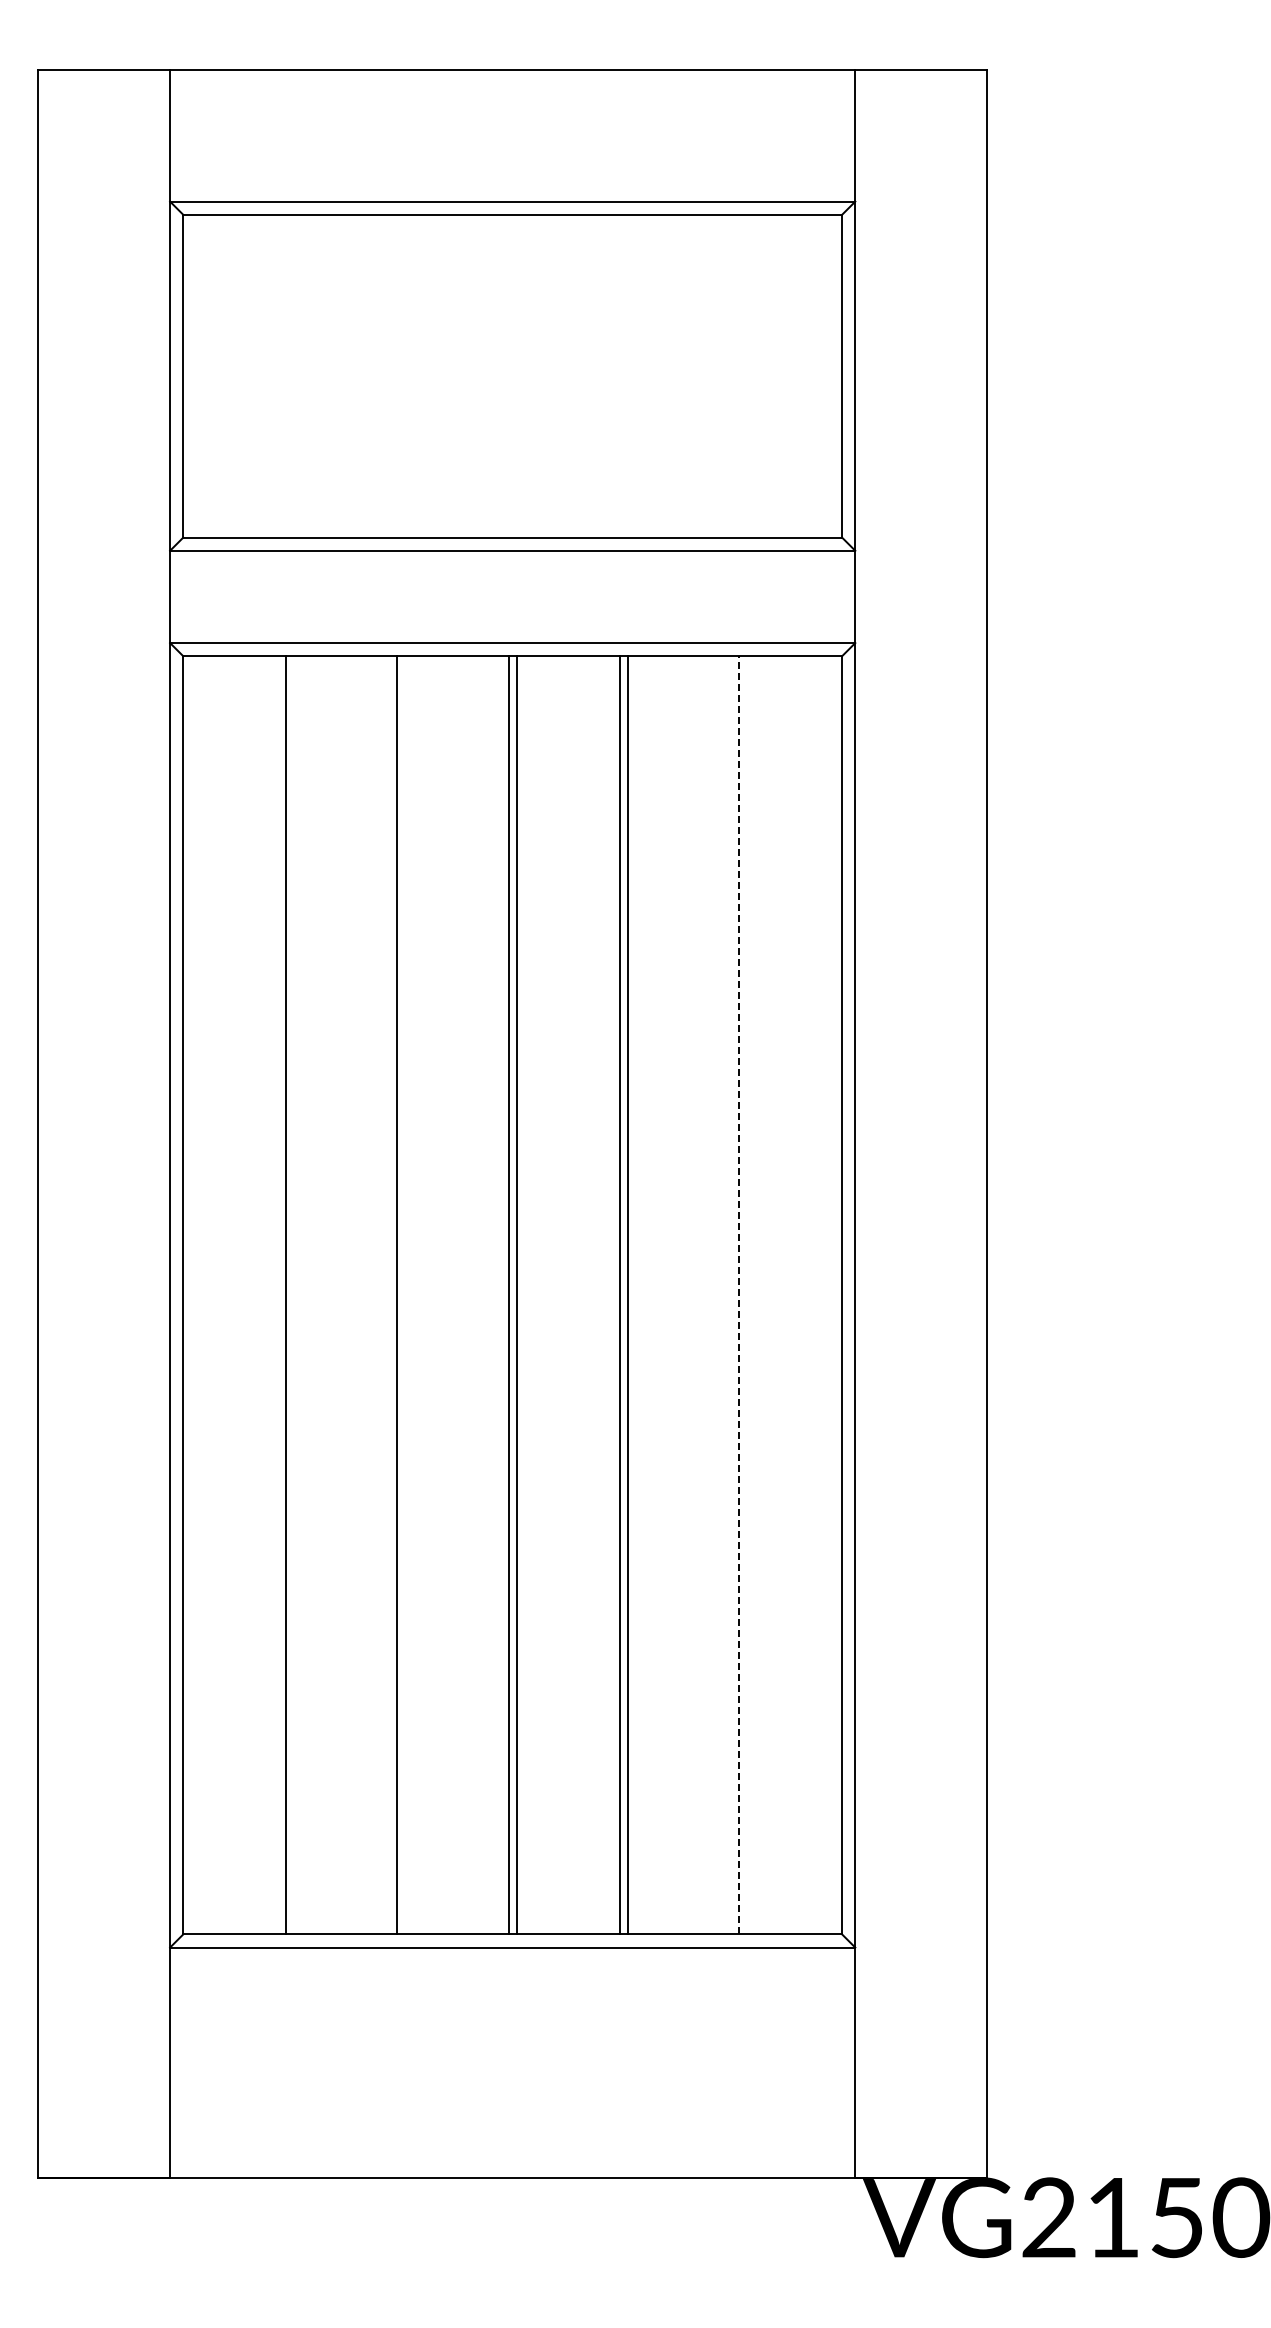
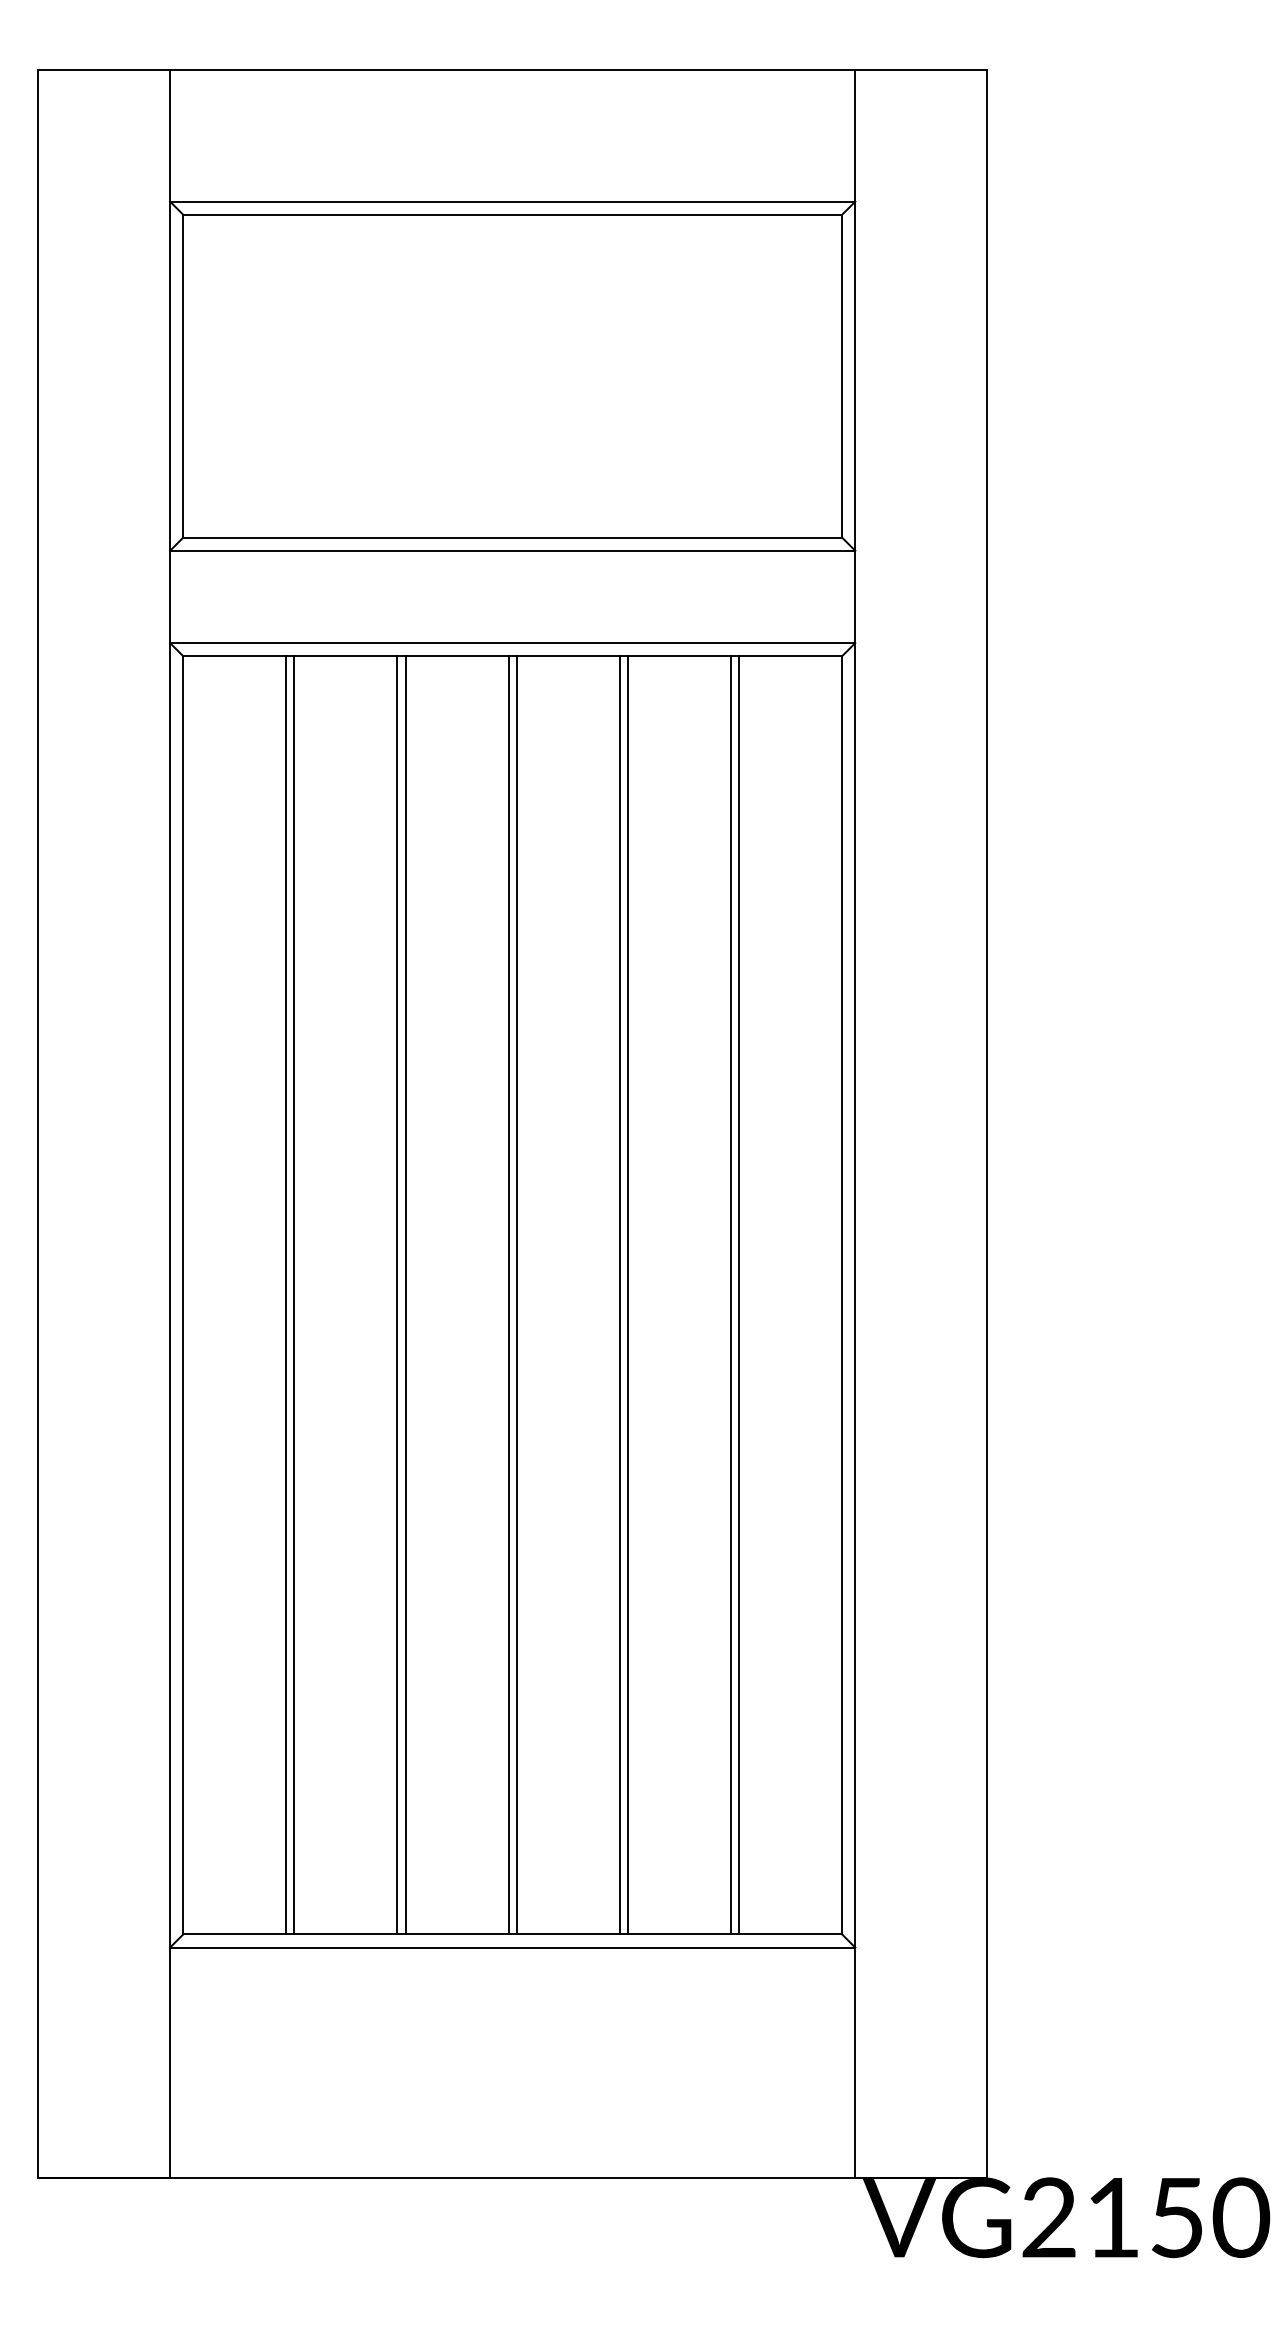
line at (739, 1294): dashed -> solid
line at (294, 1295): none -> present
line at (405, 1295): none -> present
line at (730, 1295): none -> present
